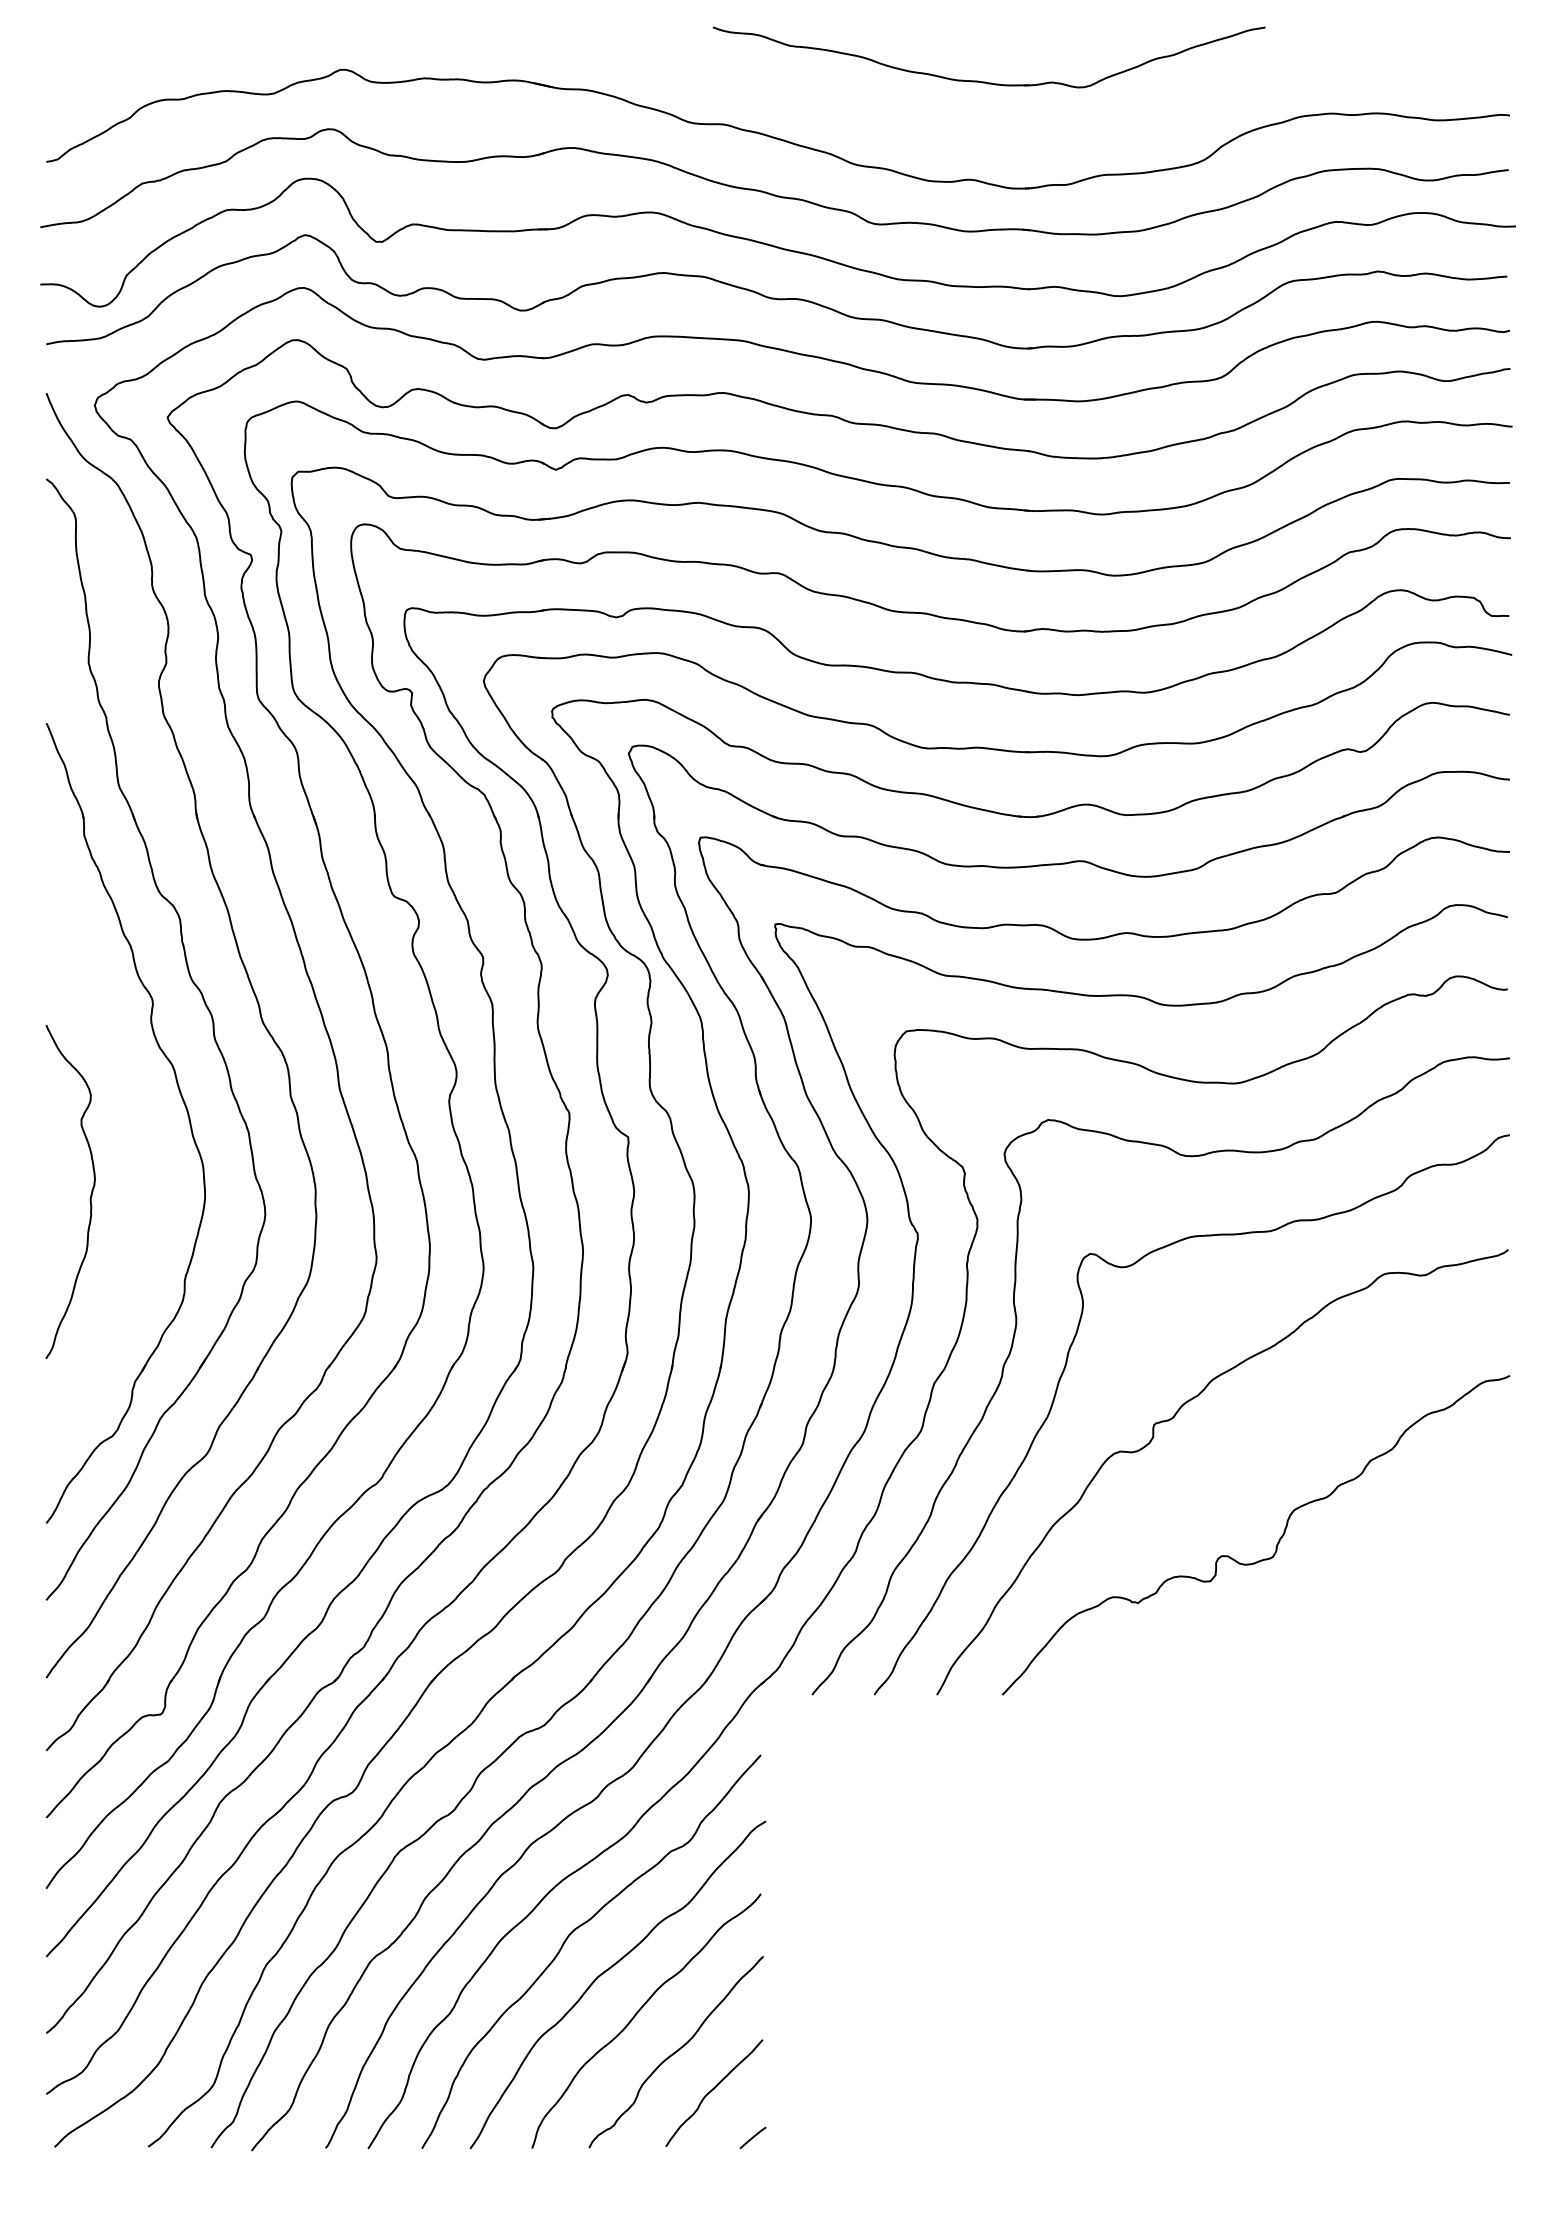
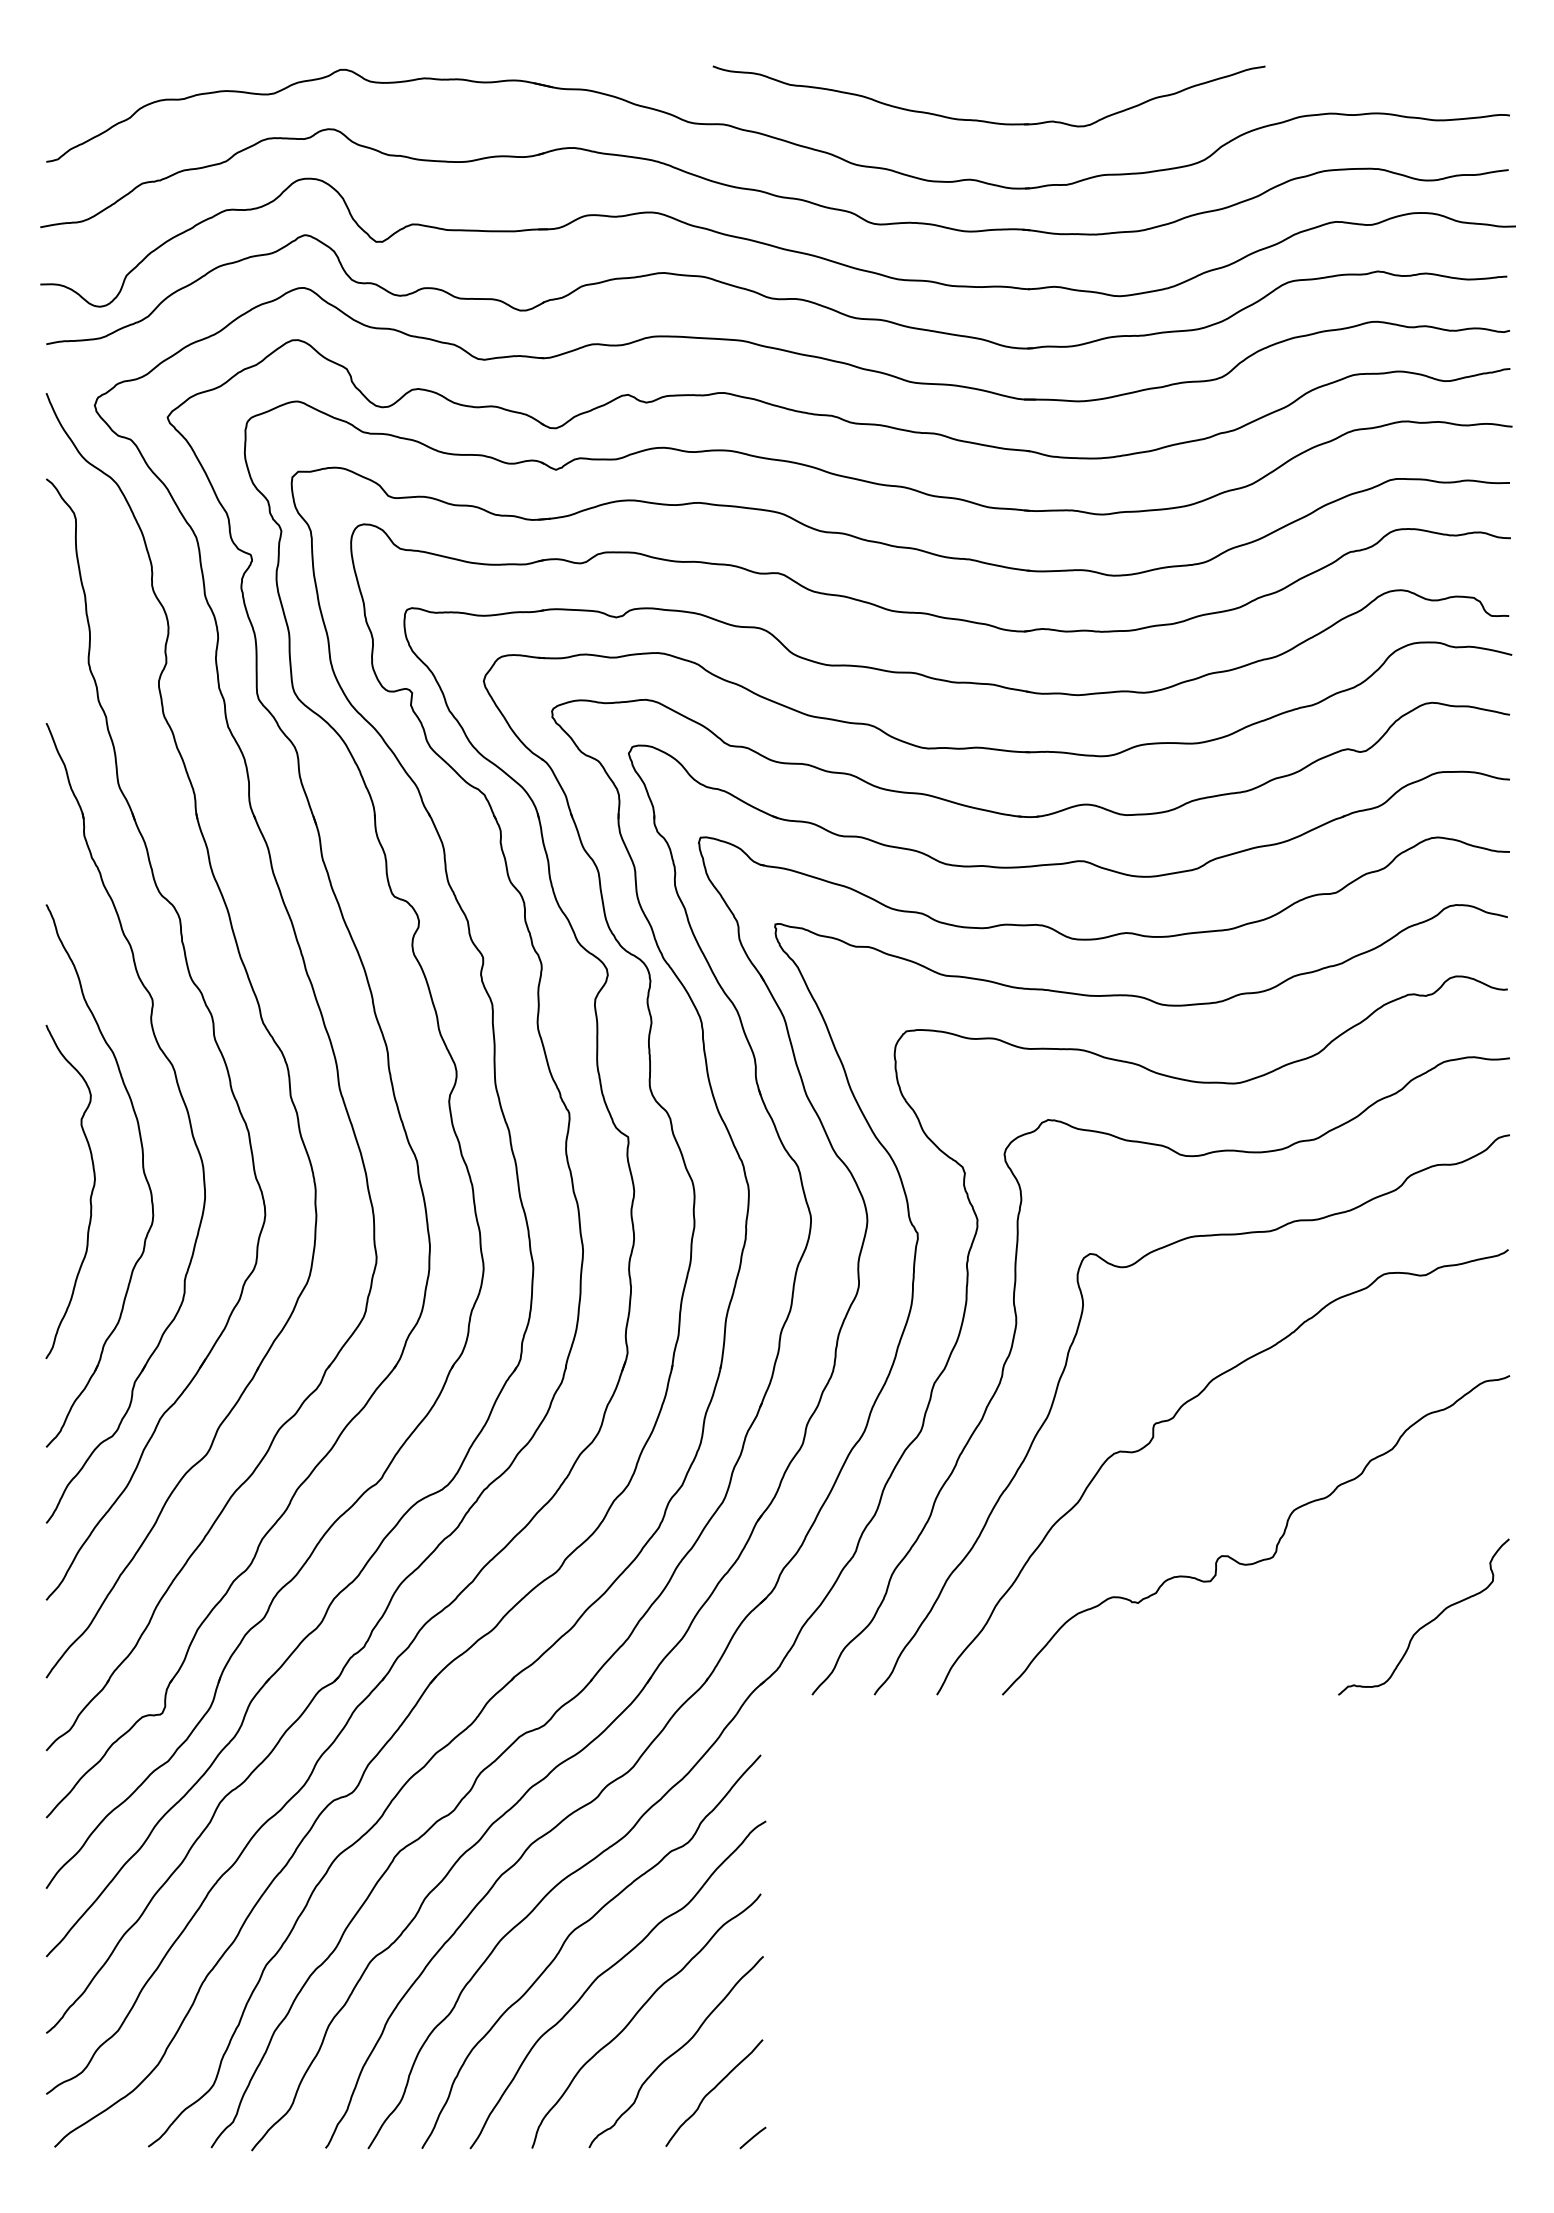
part at (985, 81) position: (985, 81) -> (985, 120)
part at (142, 1170): none -> present
curve at (1427, 1622): none -> present
